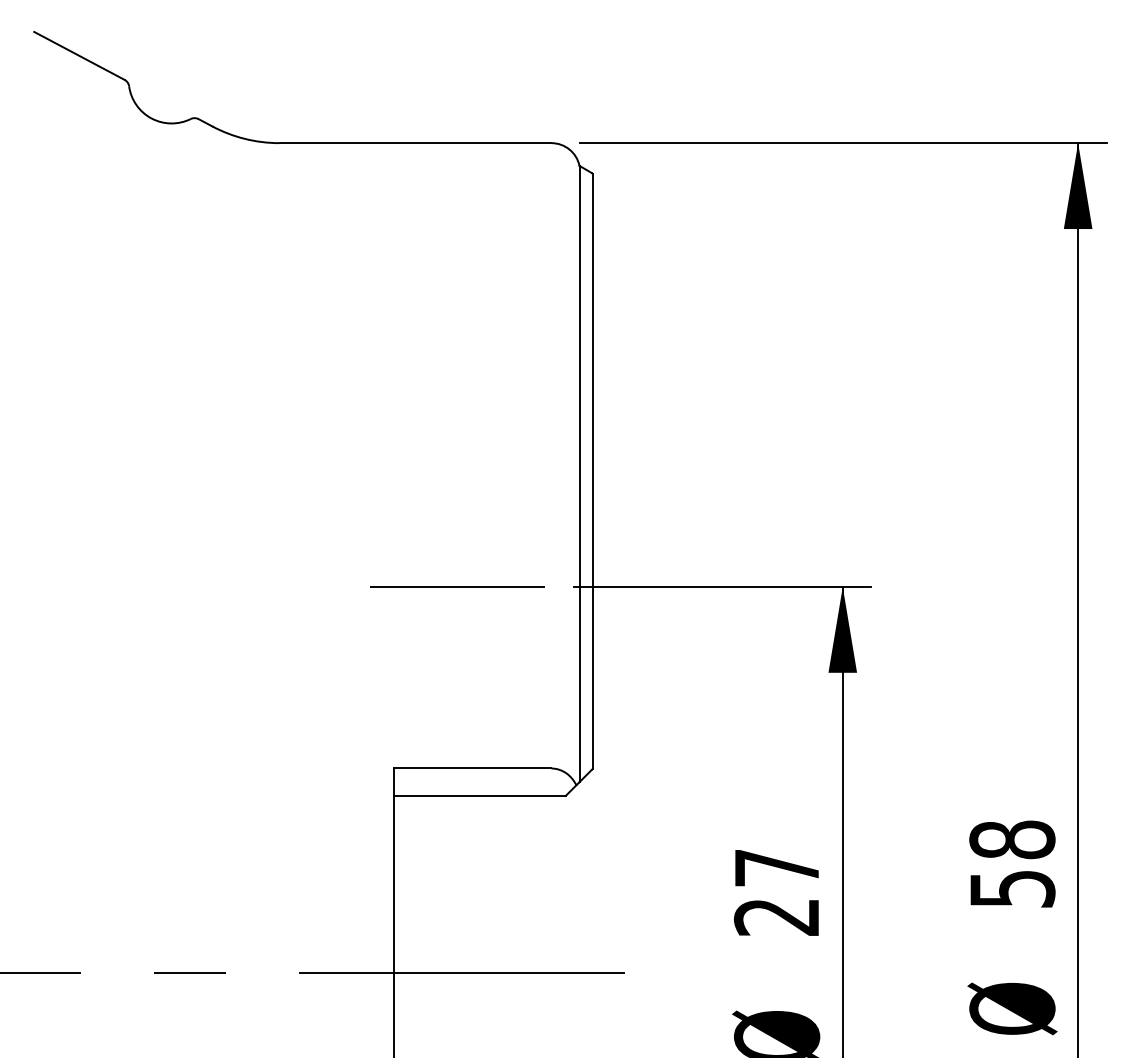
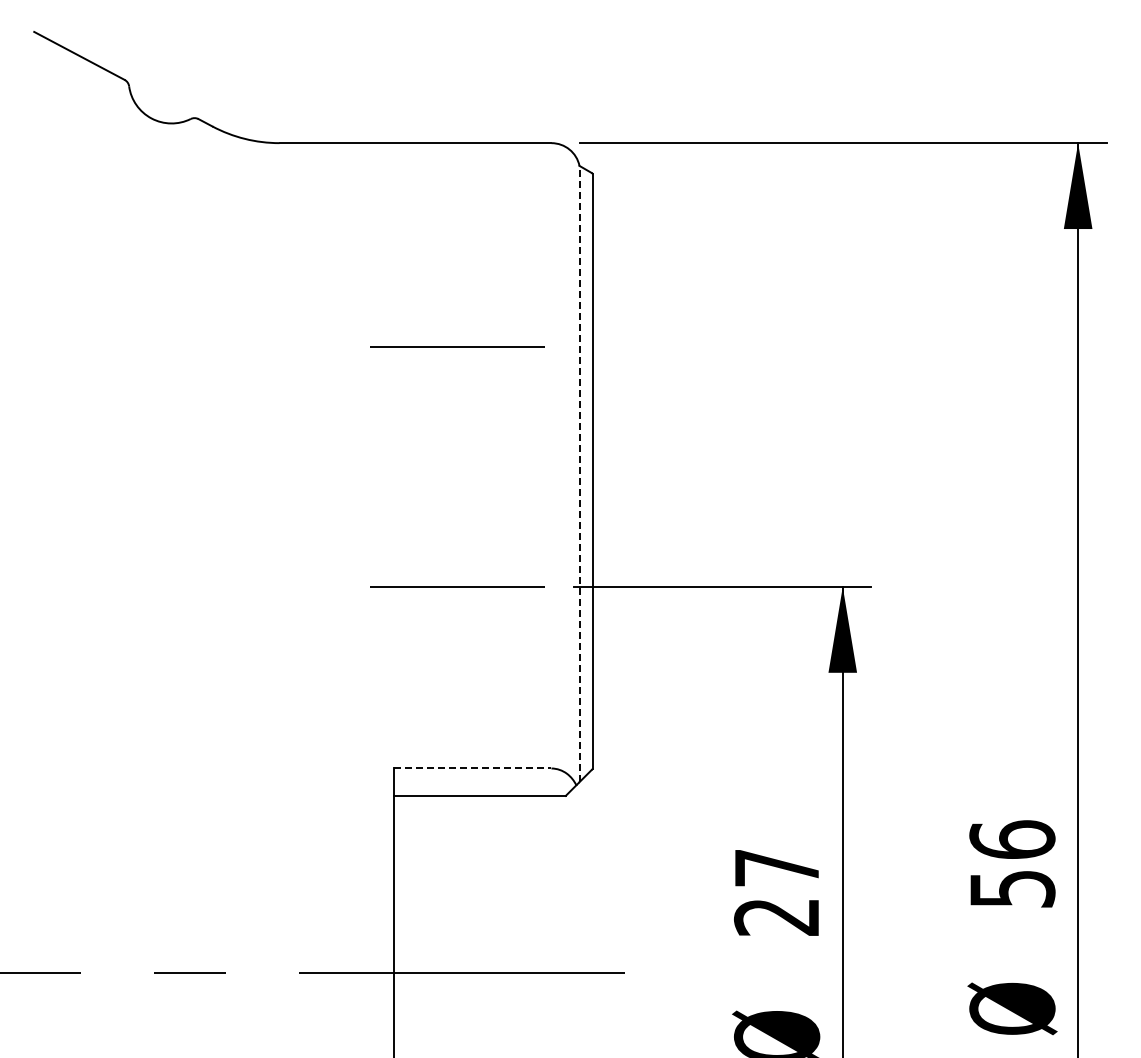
line at (457, 346): none -> present
line at (579, 473): solid -> dashed
line at (472, 768): solid -> dashed
text at (1012, 839): 58 -> 56
